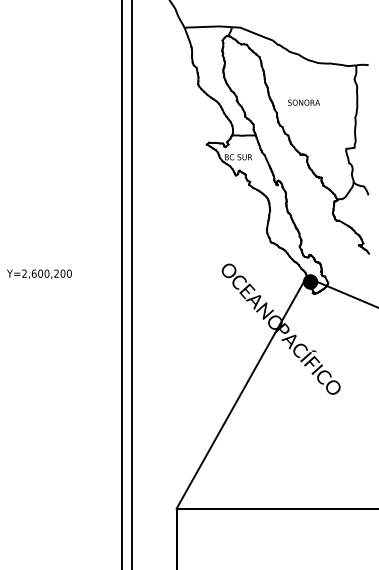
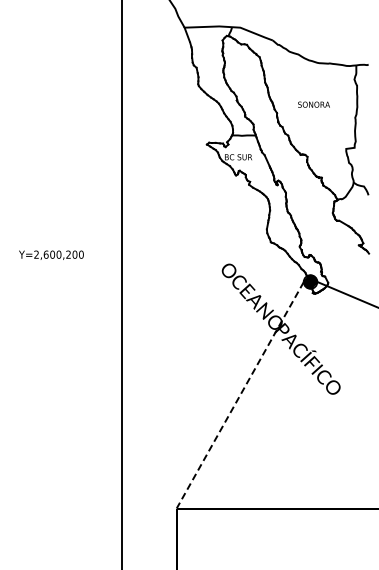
text at (303, 102) position: (303, 102) -> (313, 104)
text at (39, 273) position: (39, 273) -> (51, 254)
line at (131, 284): present -> none
line at (240, 395): solid -> dashed
